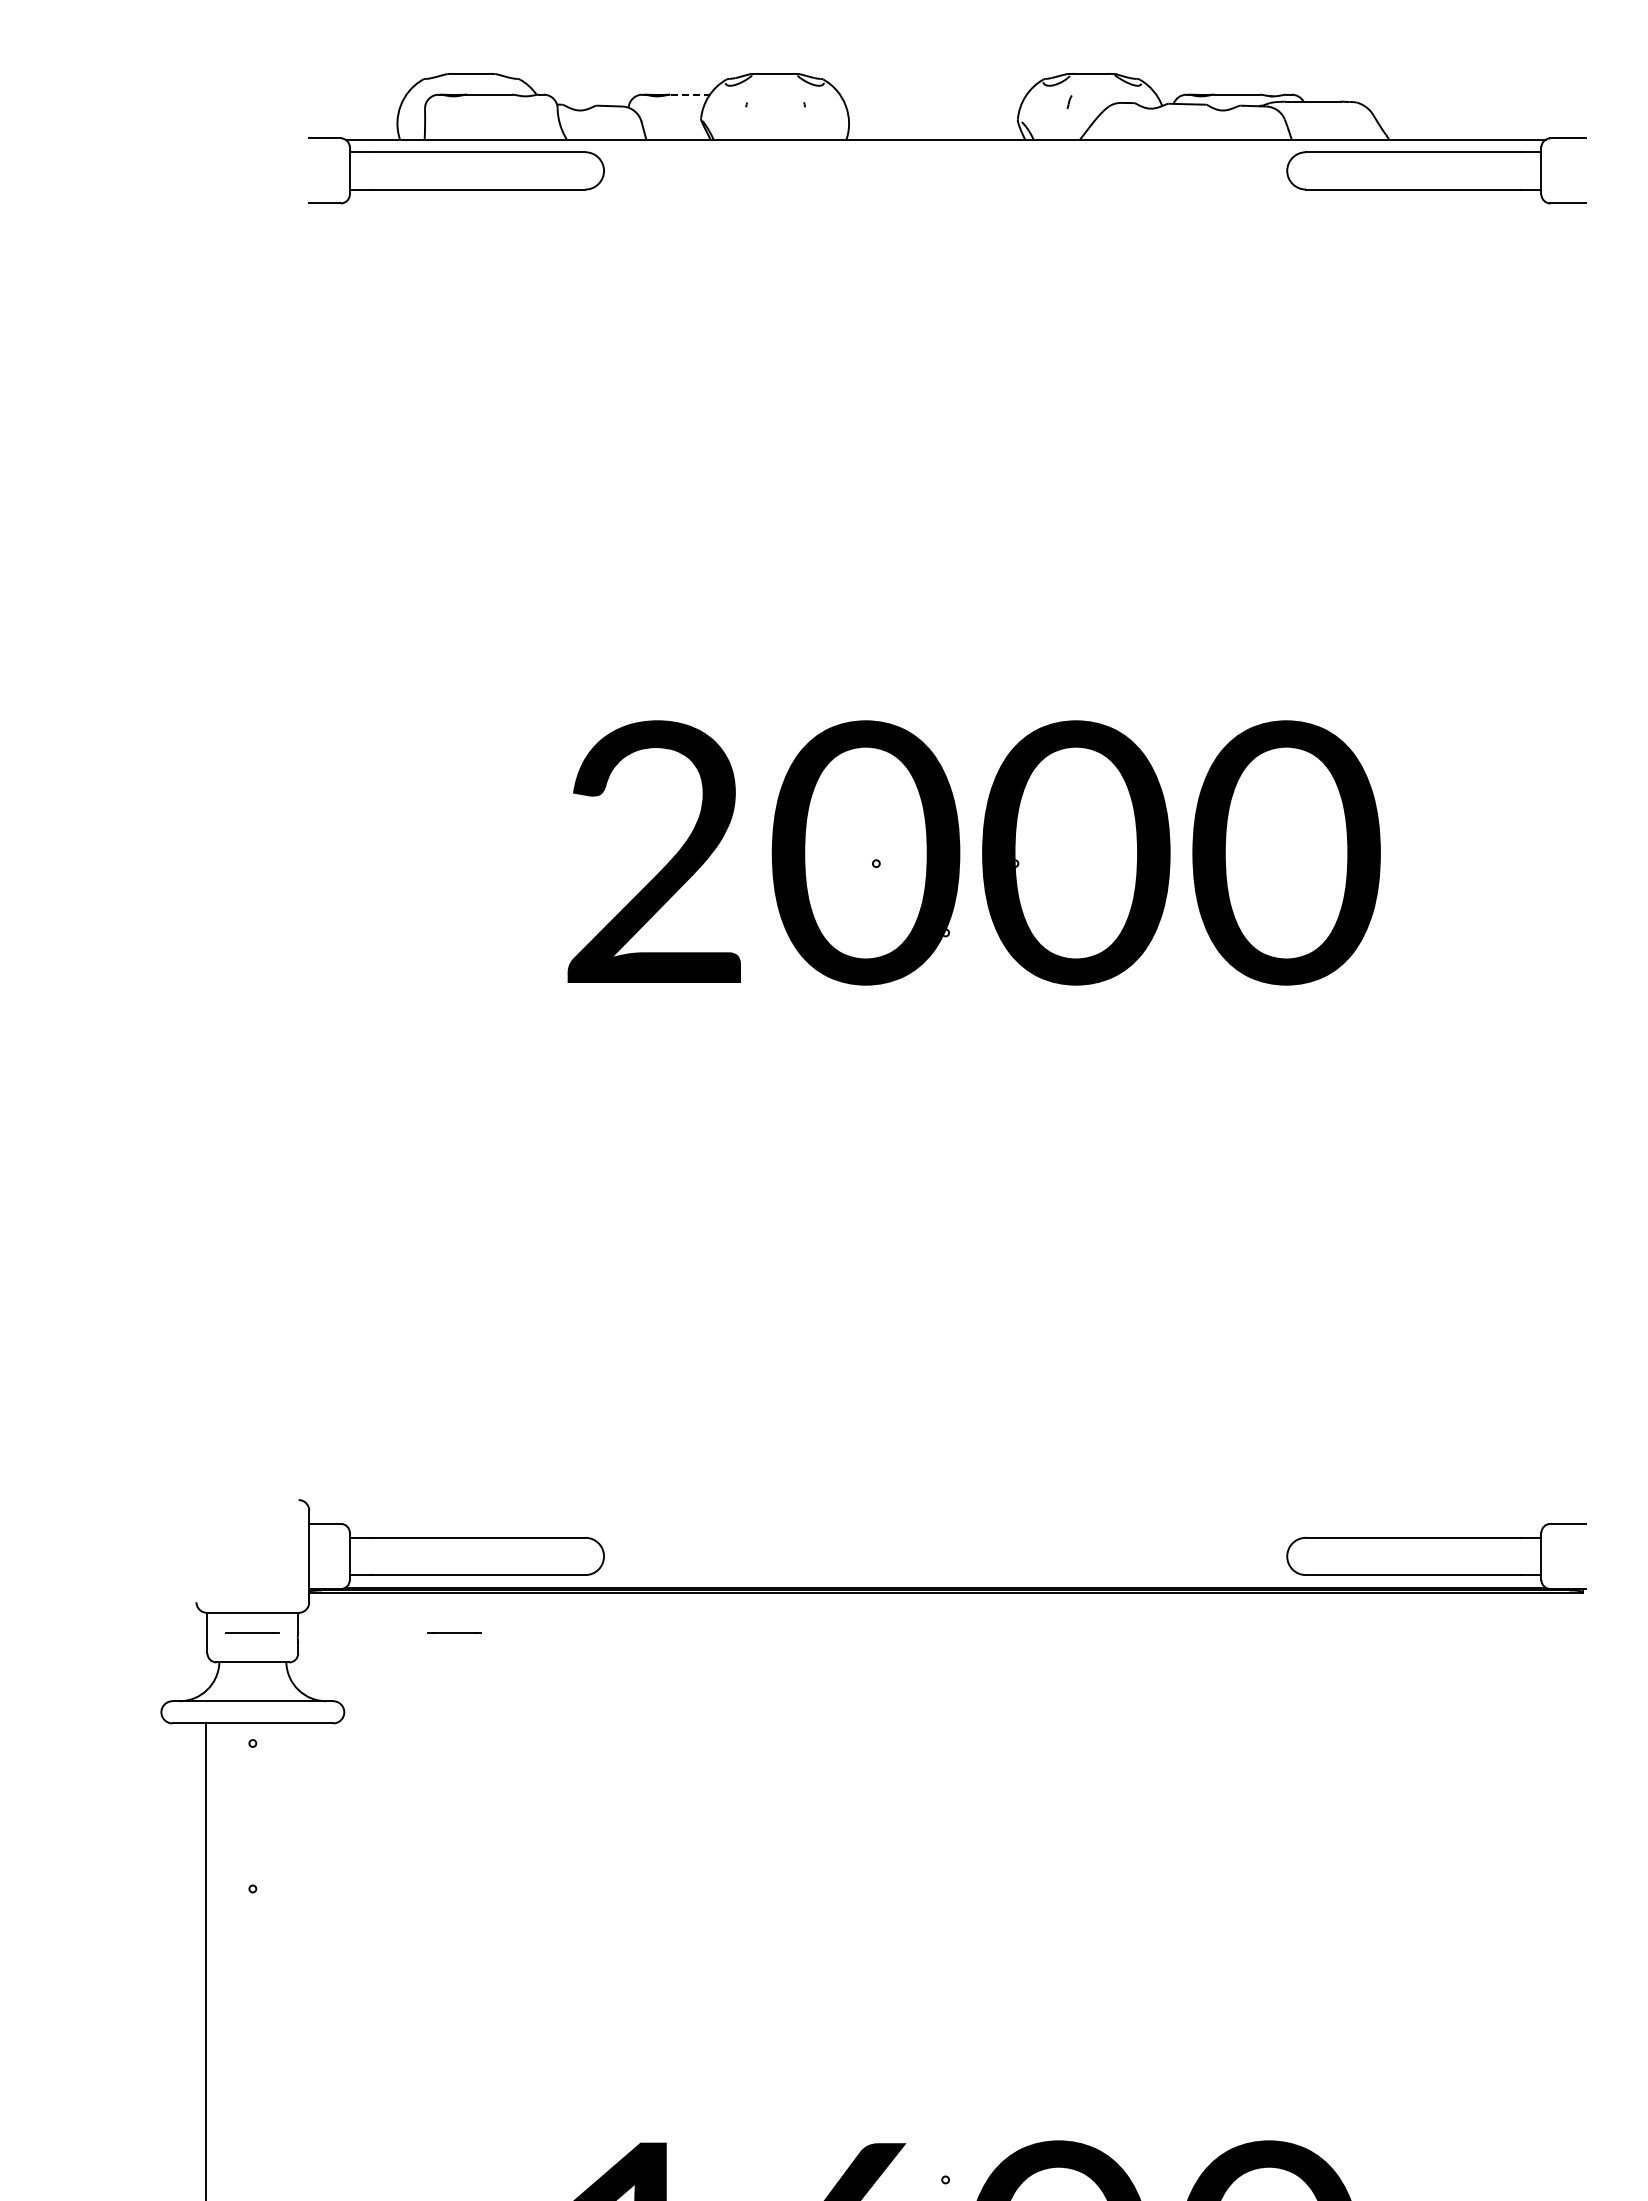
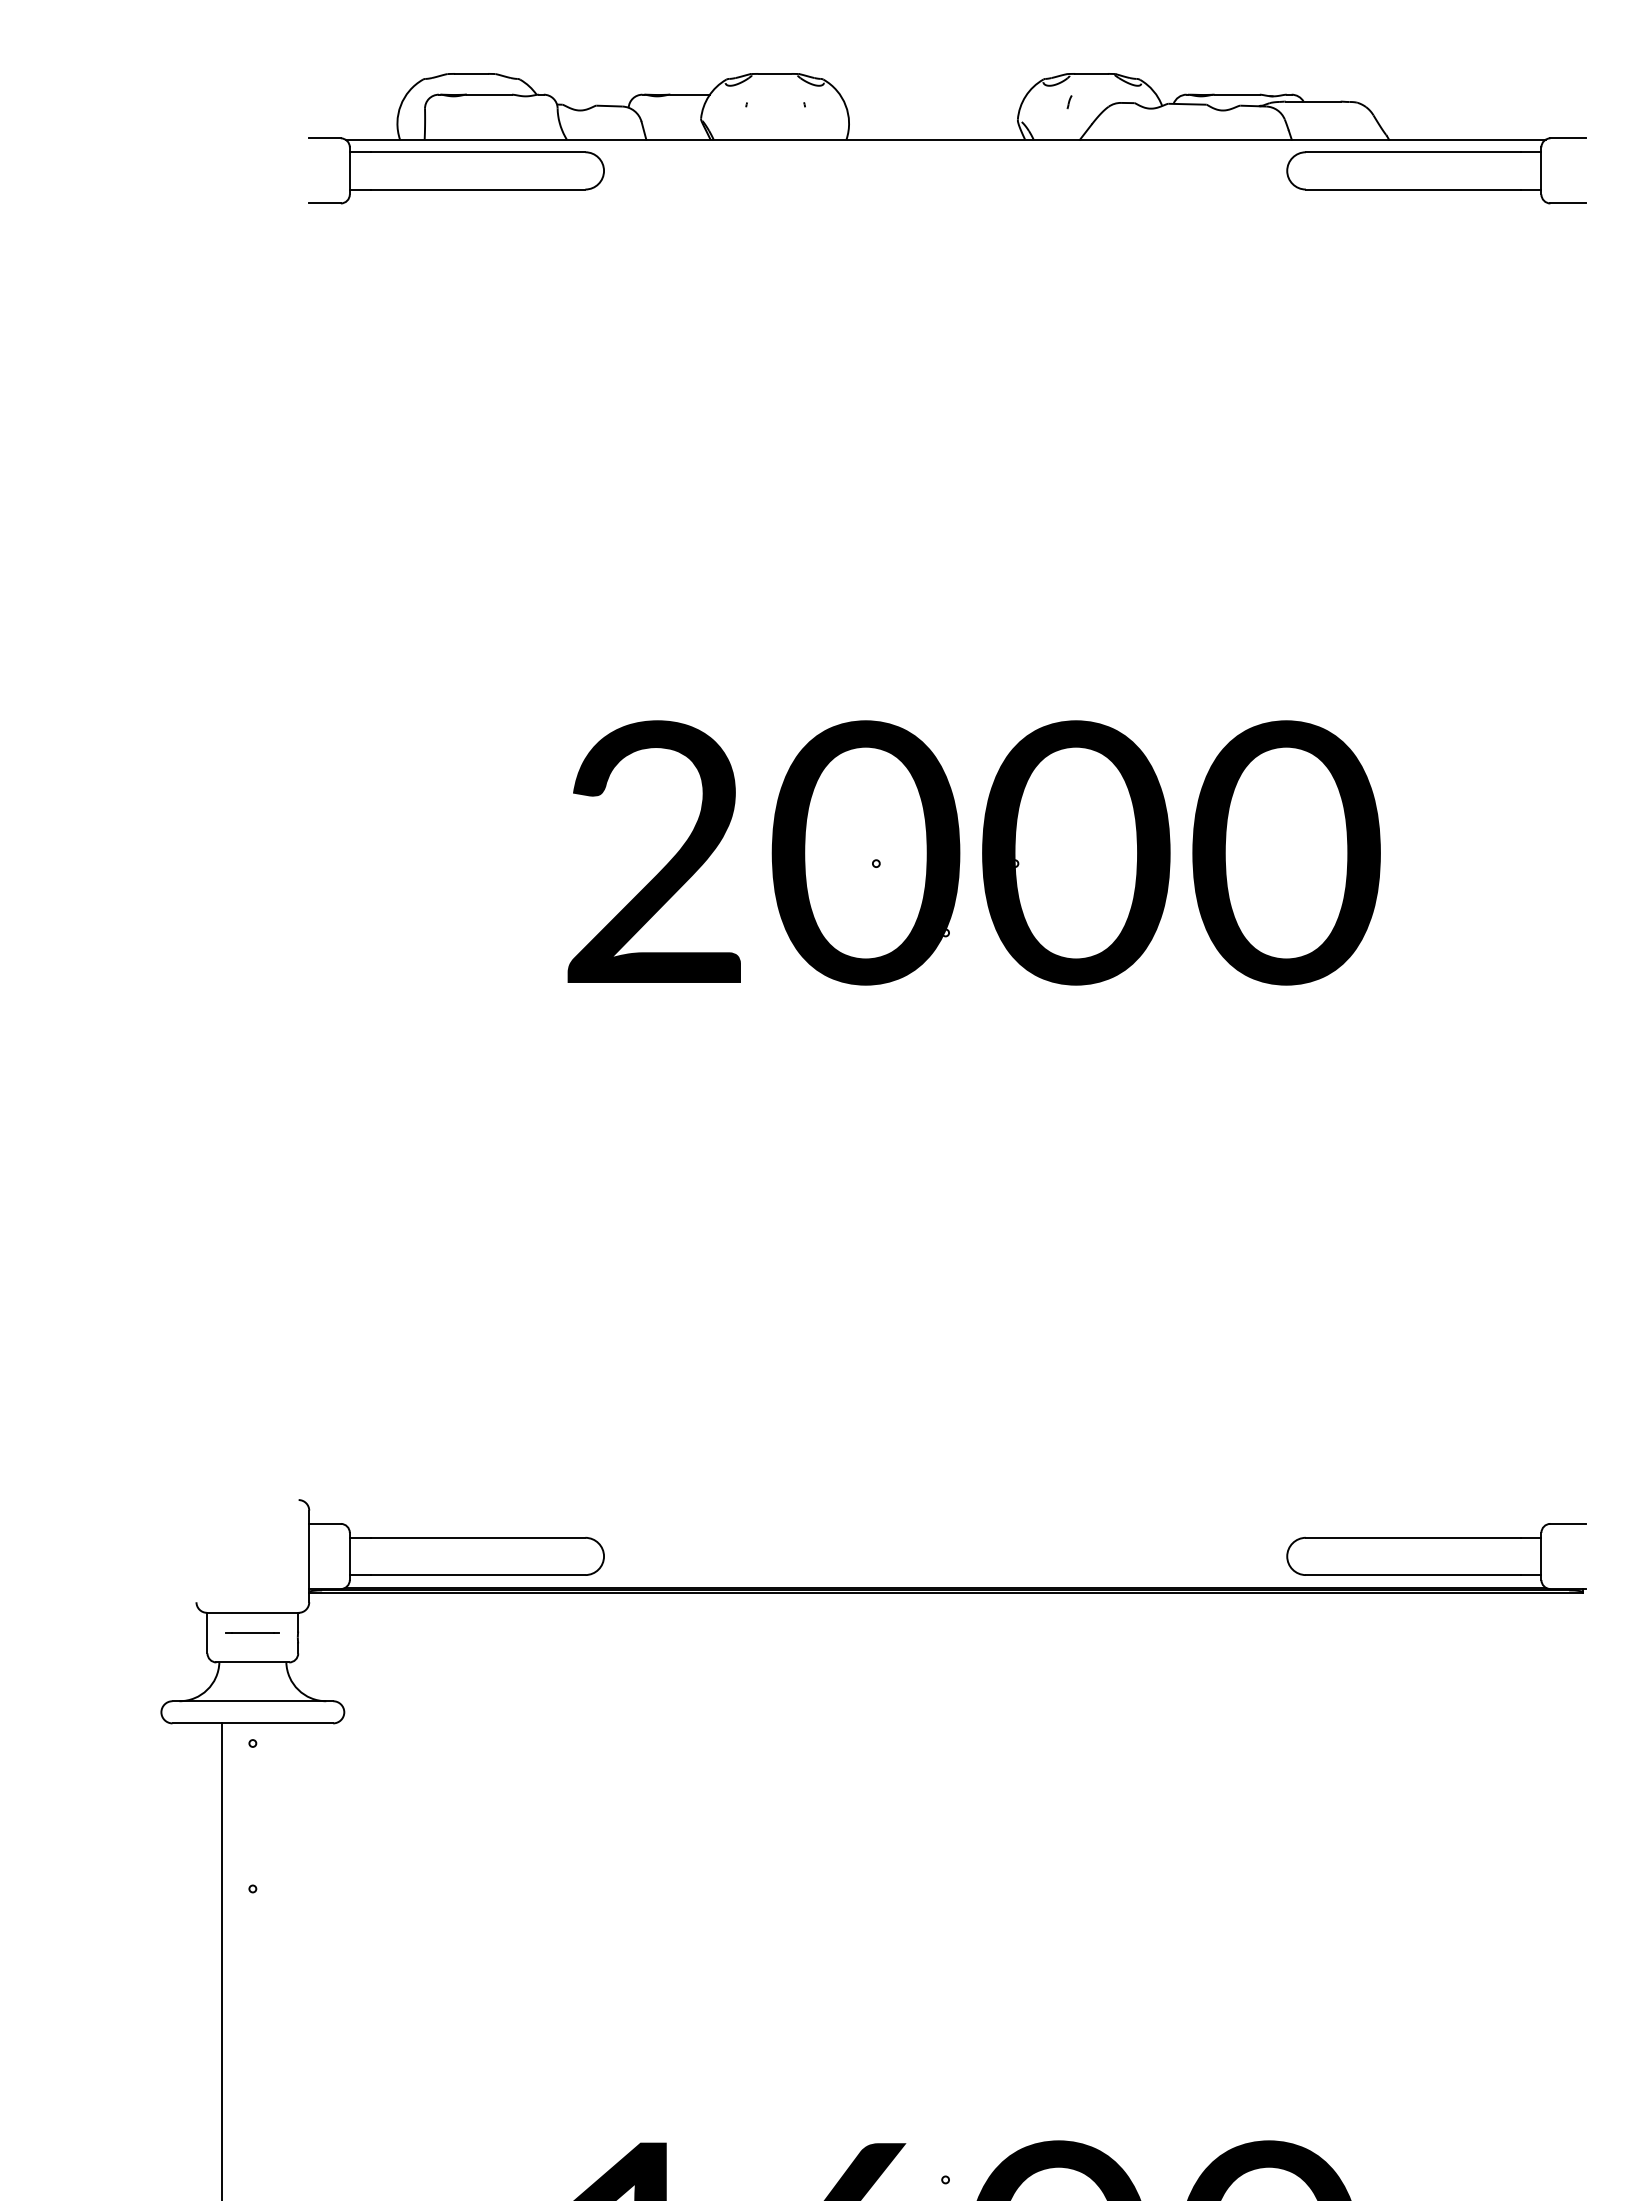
line at (690, 94): dashed -> solid
line at (454, 1632): present -> none
line at (205, 1960) position: (205, 1960) -> (221, 1960)
